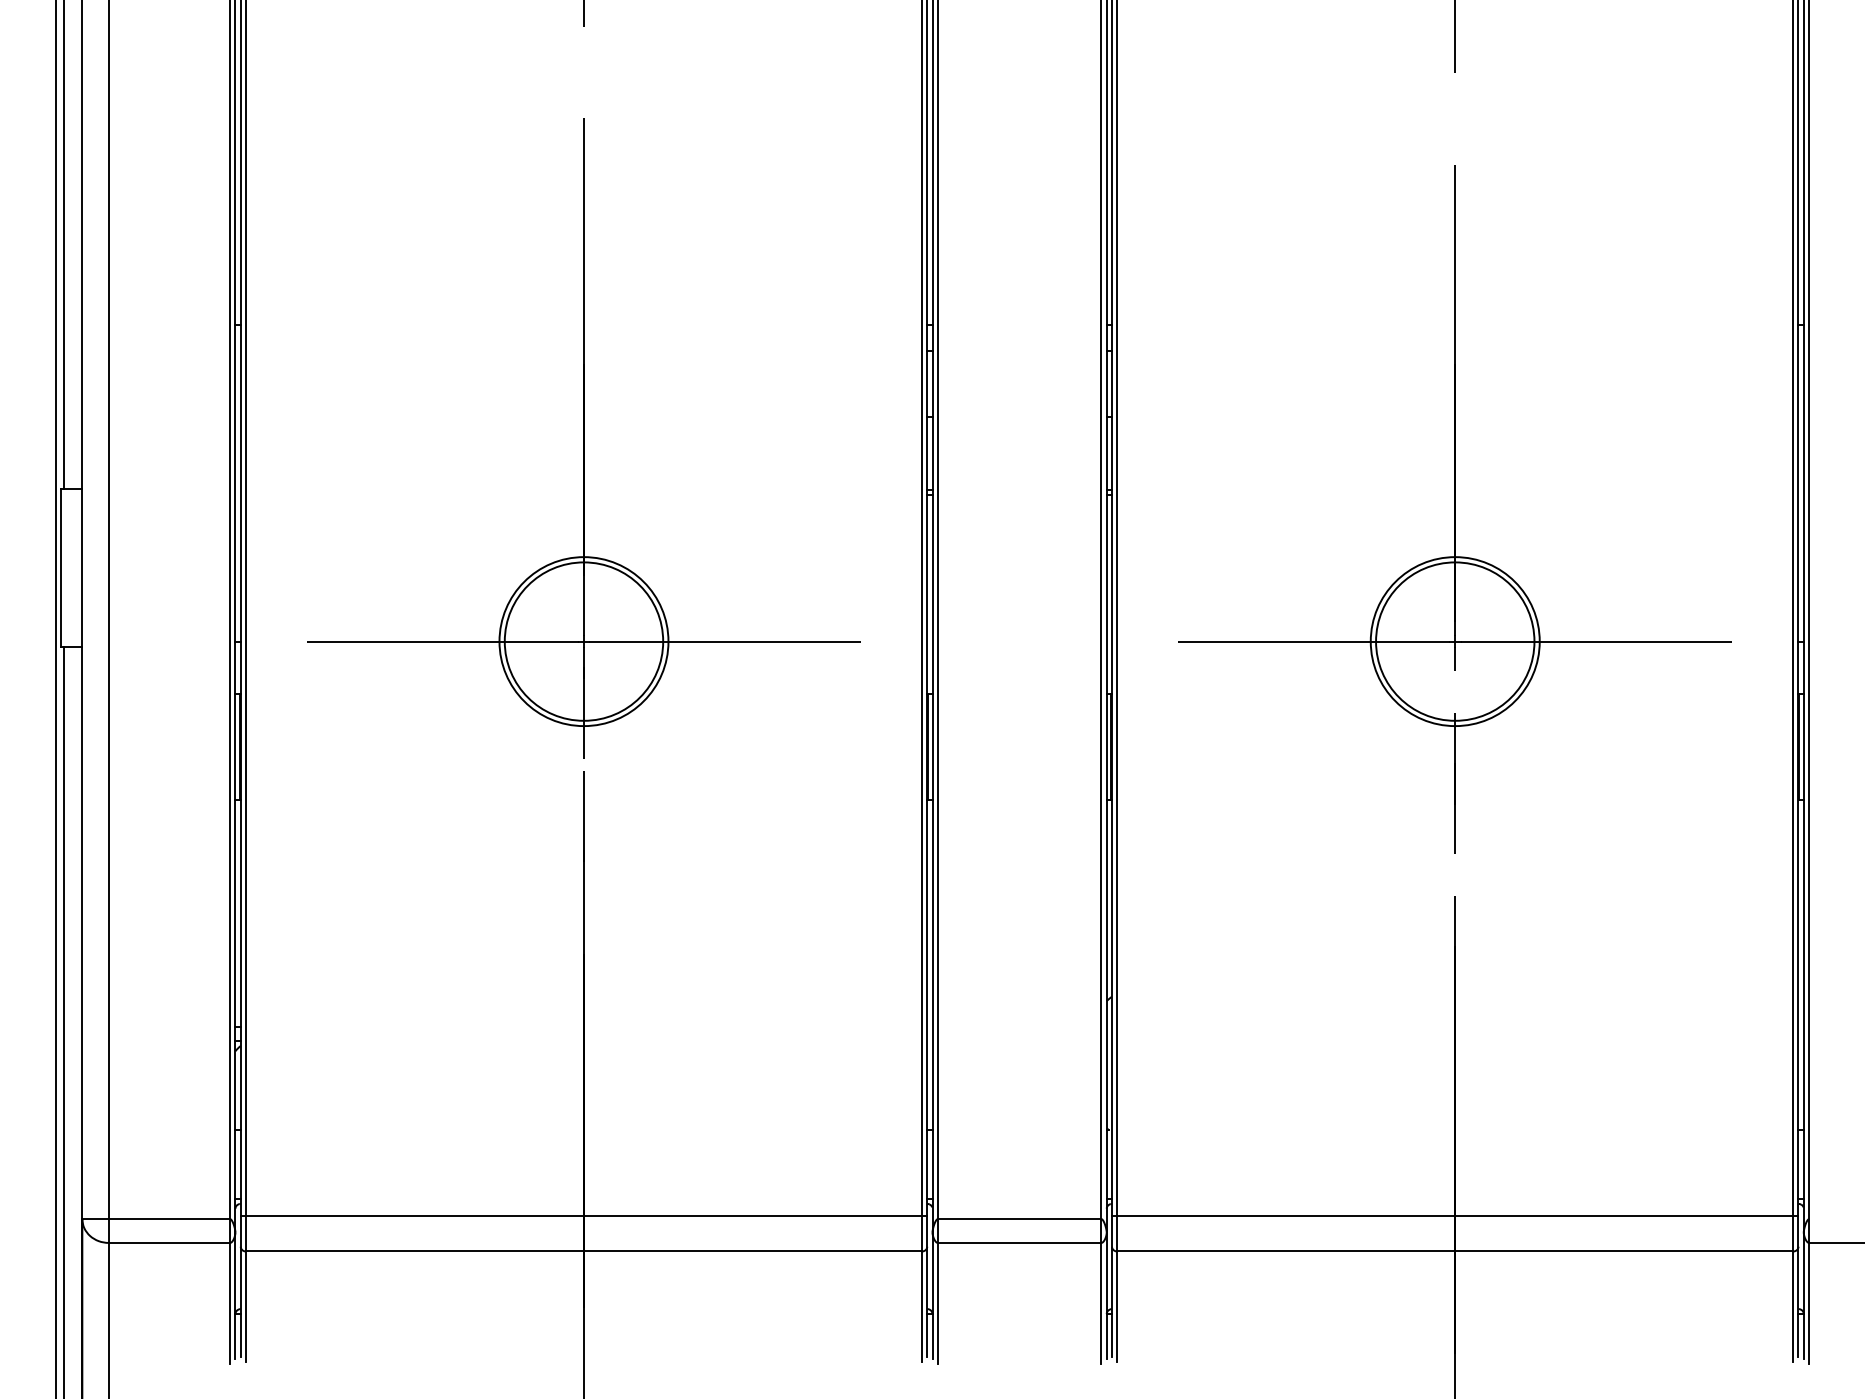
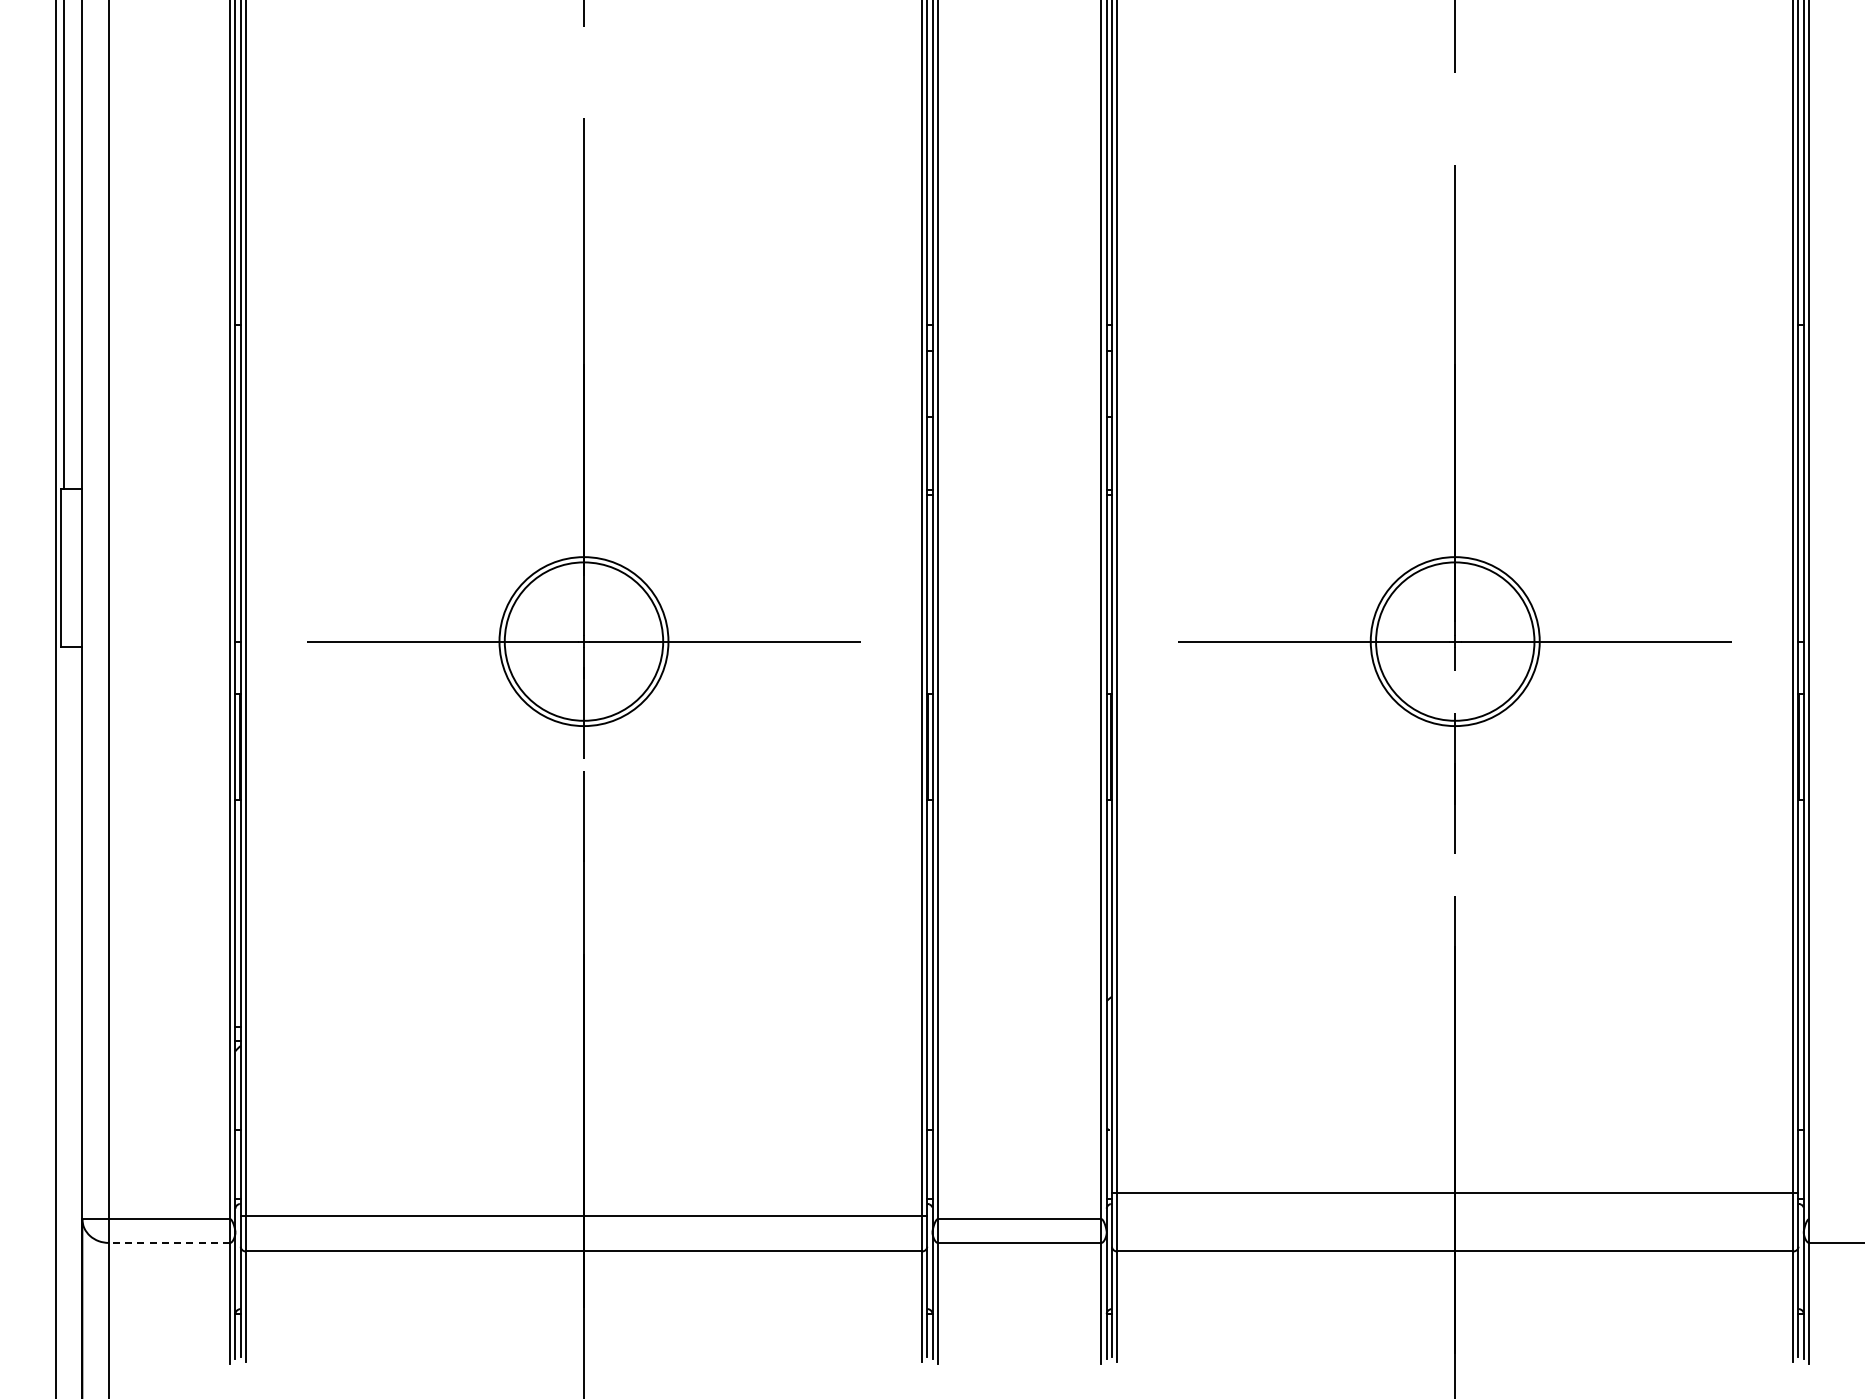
line at (63, 1021): present -> none
line at (1455, 1215) position: (1455, 1215) -> (1455, 1192)
line at (169, 1242): solid -> dashed
